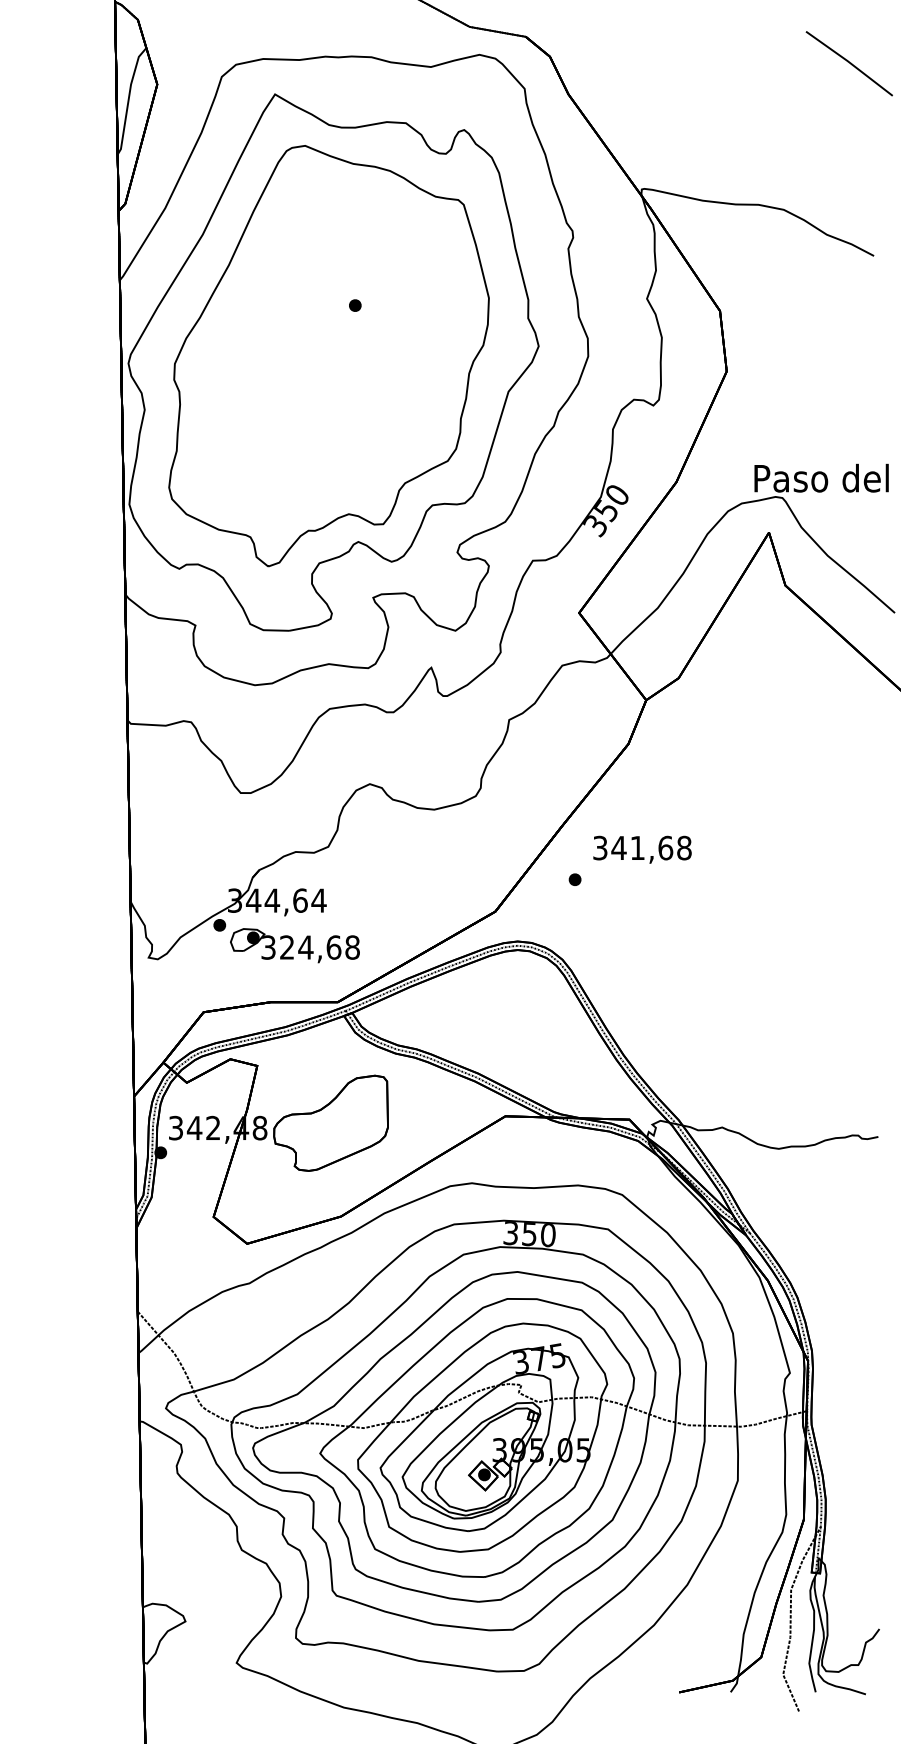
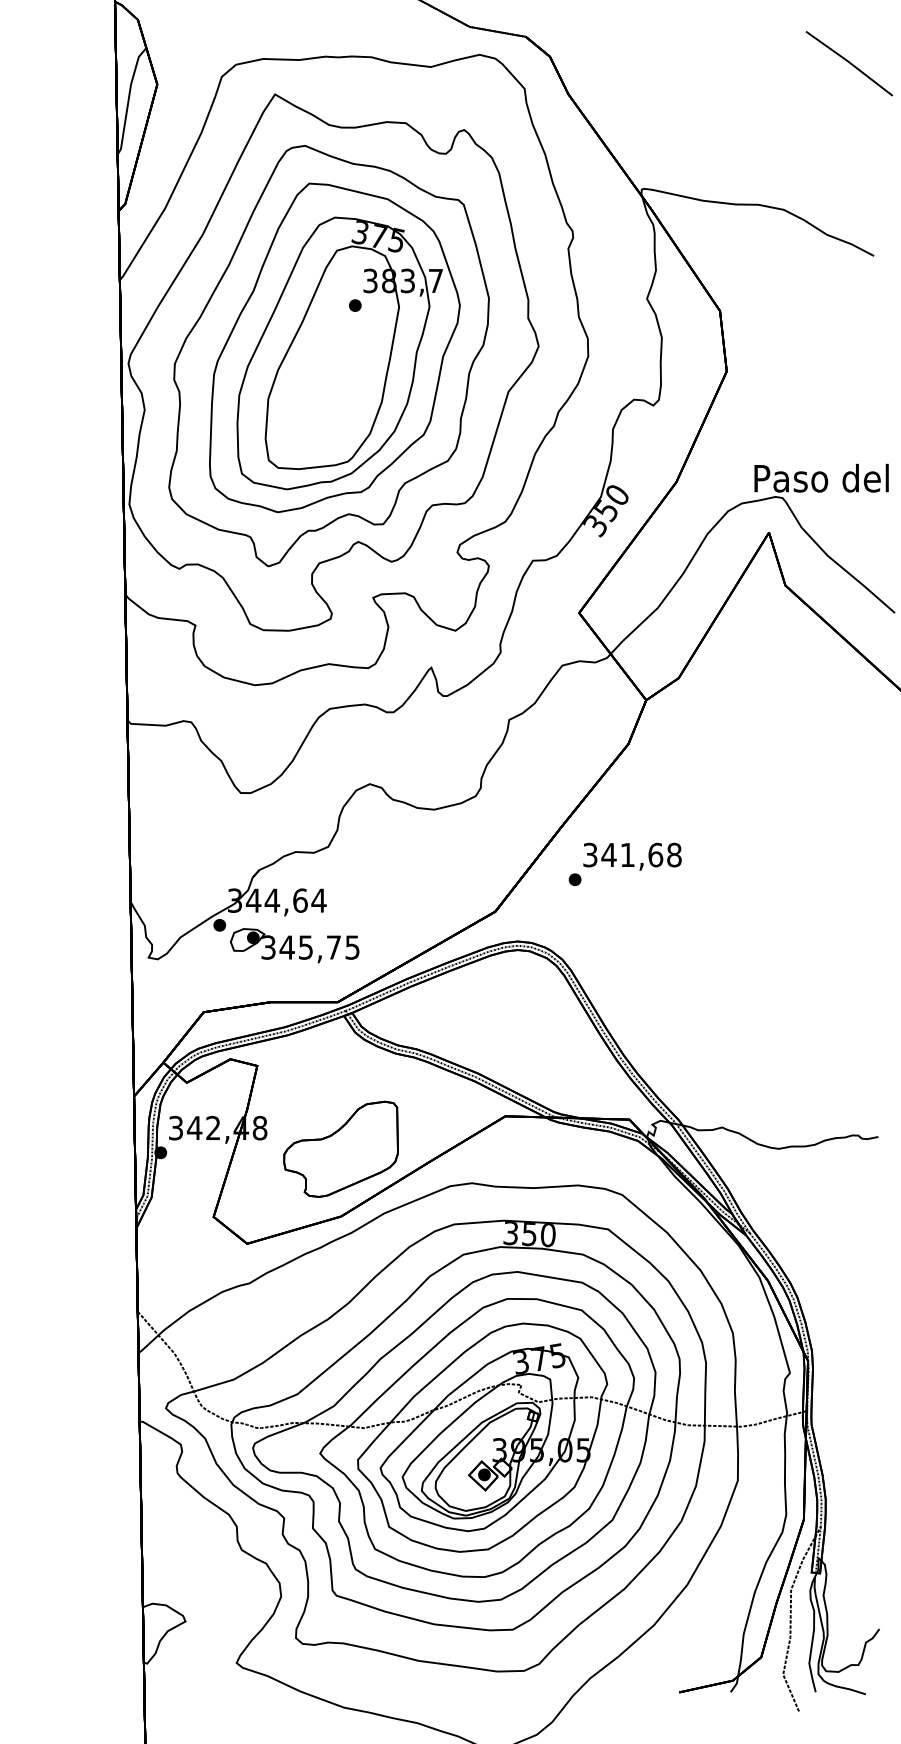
part at (334, 347): none -> present
text at (642, 849) position: (642, 849) -> (632, 856)
text at (319, 947): 324,68 -> 345,75
part at (330, 1122) position: (330, 1122) -> (340, 1148)
